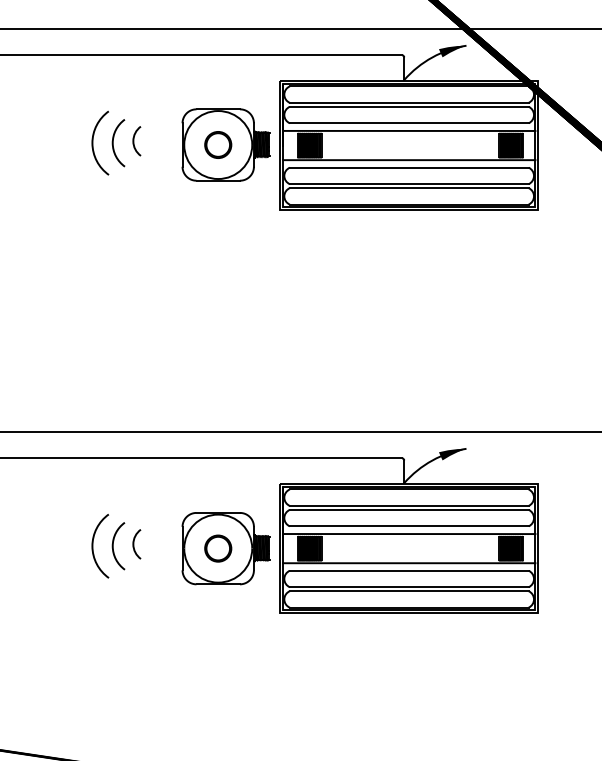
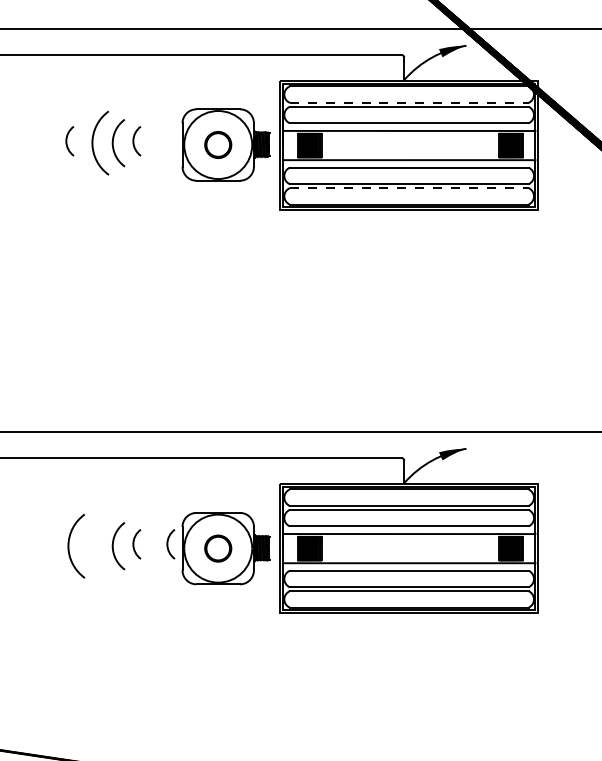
line at (409, 102): solid -> dashed
arc at (67, 141): none -> present
line at (409, 188): solid -> dashed
arc at (168, 544): none -> present
arc at (93, 546) position: (93, 546) -> (69, 546)
